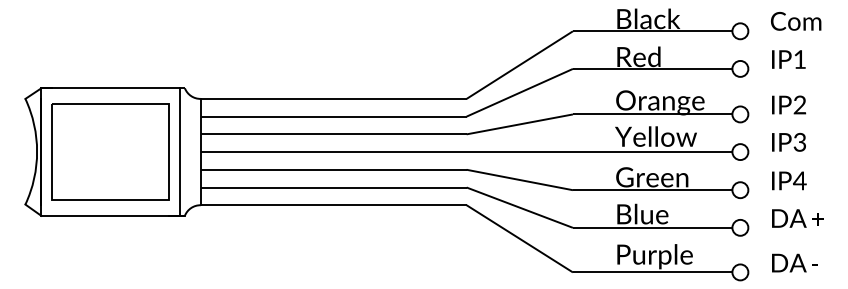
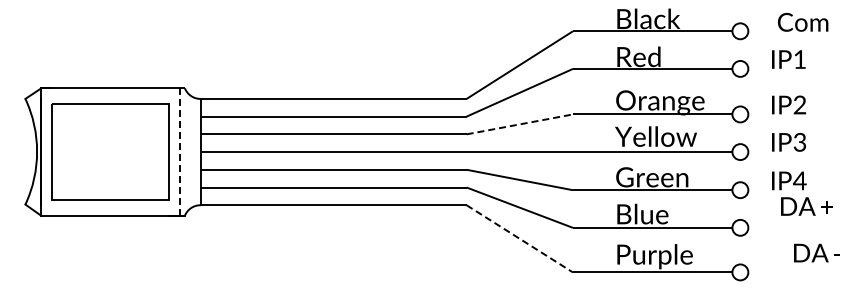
text at (796, 21) position: (796, 21) -> (803, 22)
line at (520, 124): solid -> dashed
line at (179, 152): solid -> dashed
text at (797, 218) position: (797, 218) -> (806, 206)
line at (519, 238): solid -> dashed
text at (794, 262) position: (794, 262) -> (816, 252)
